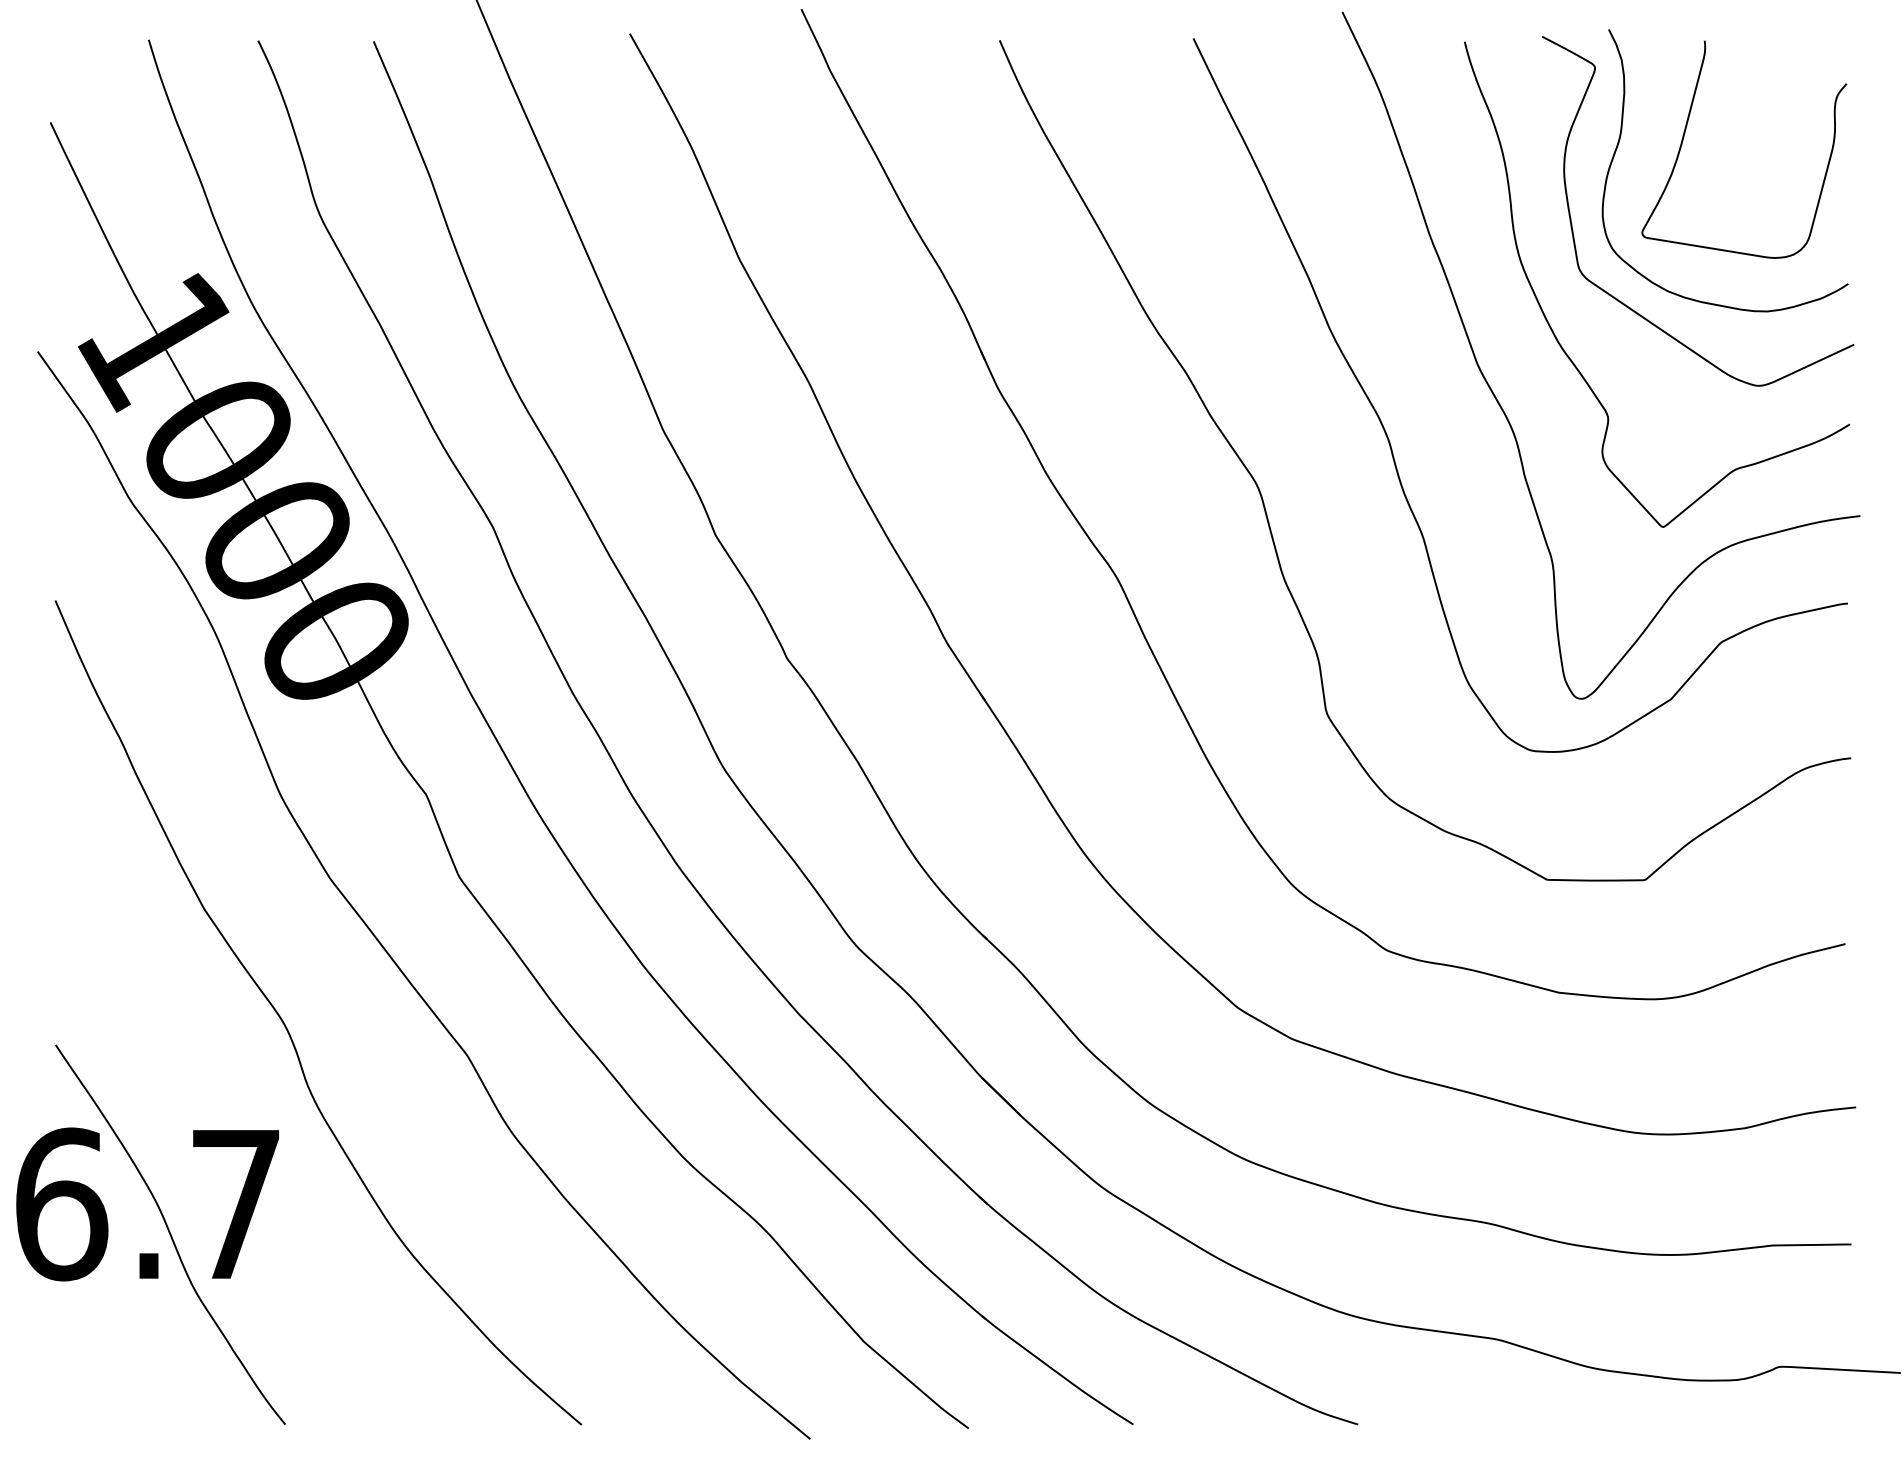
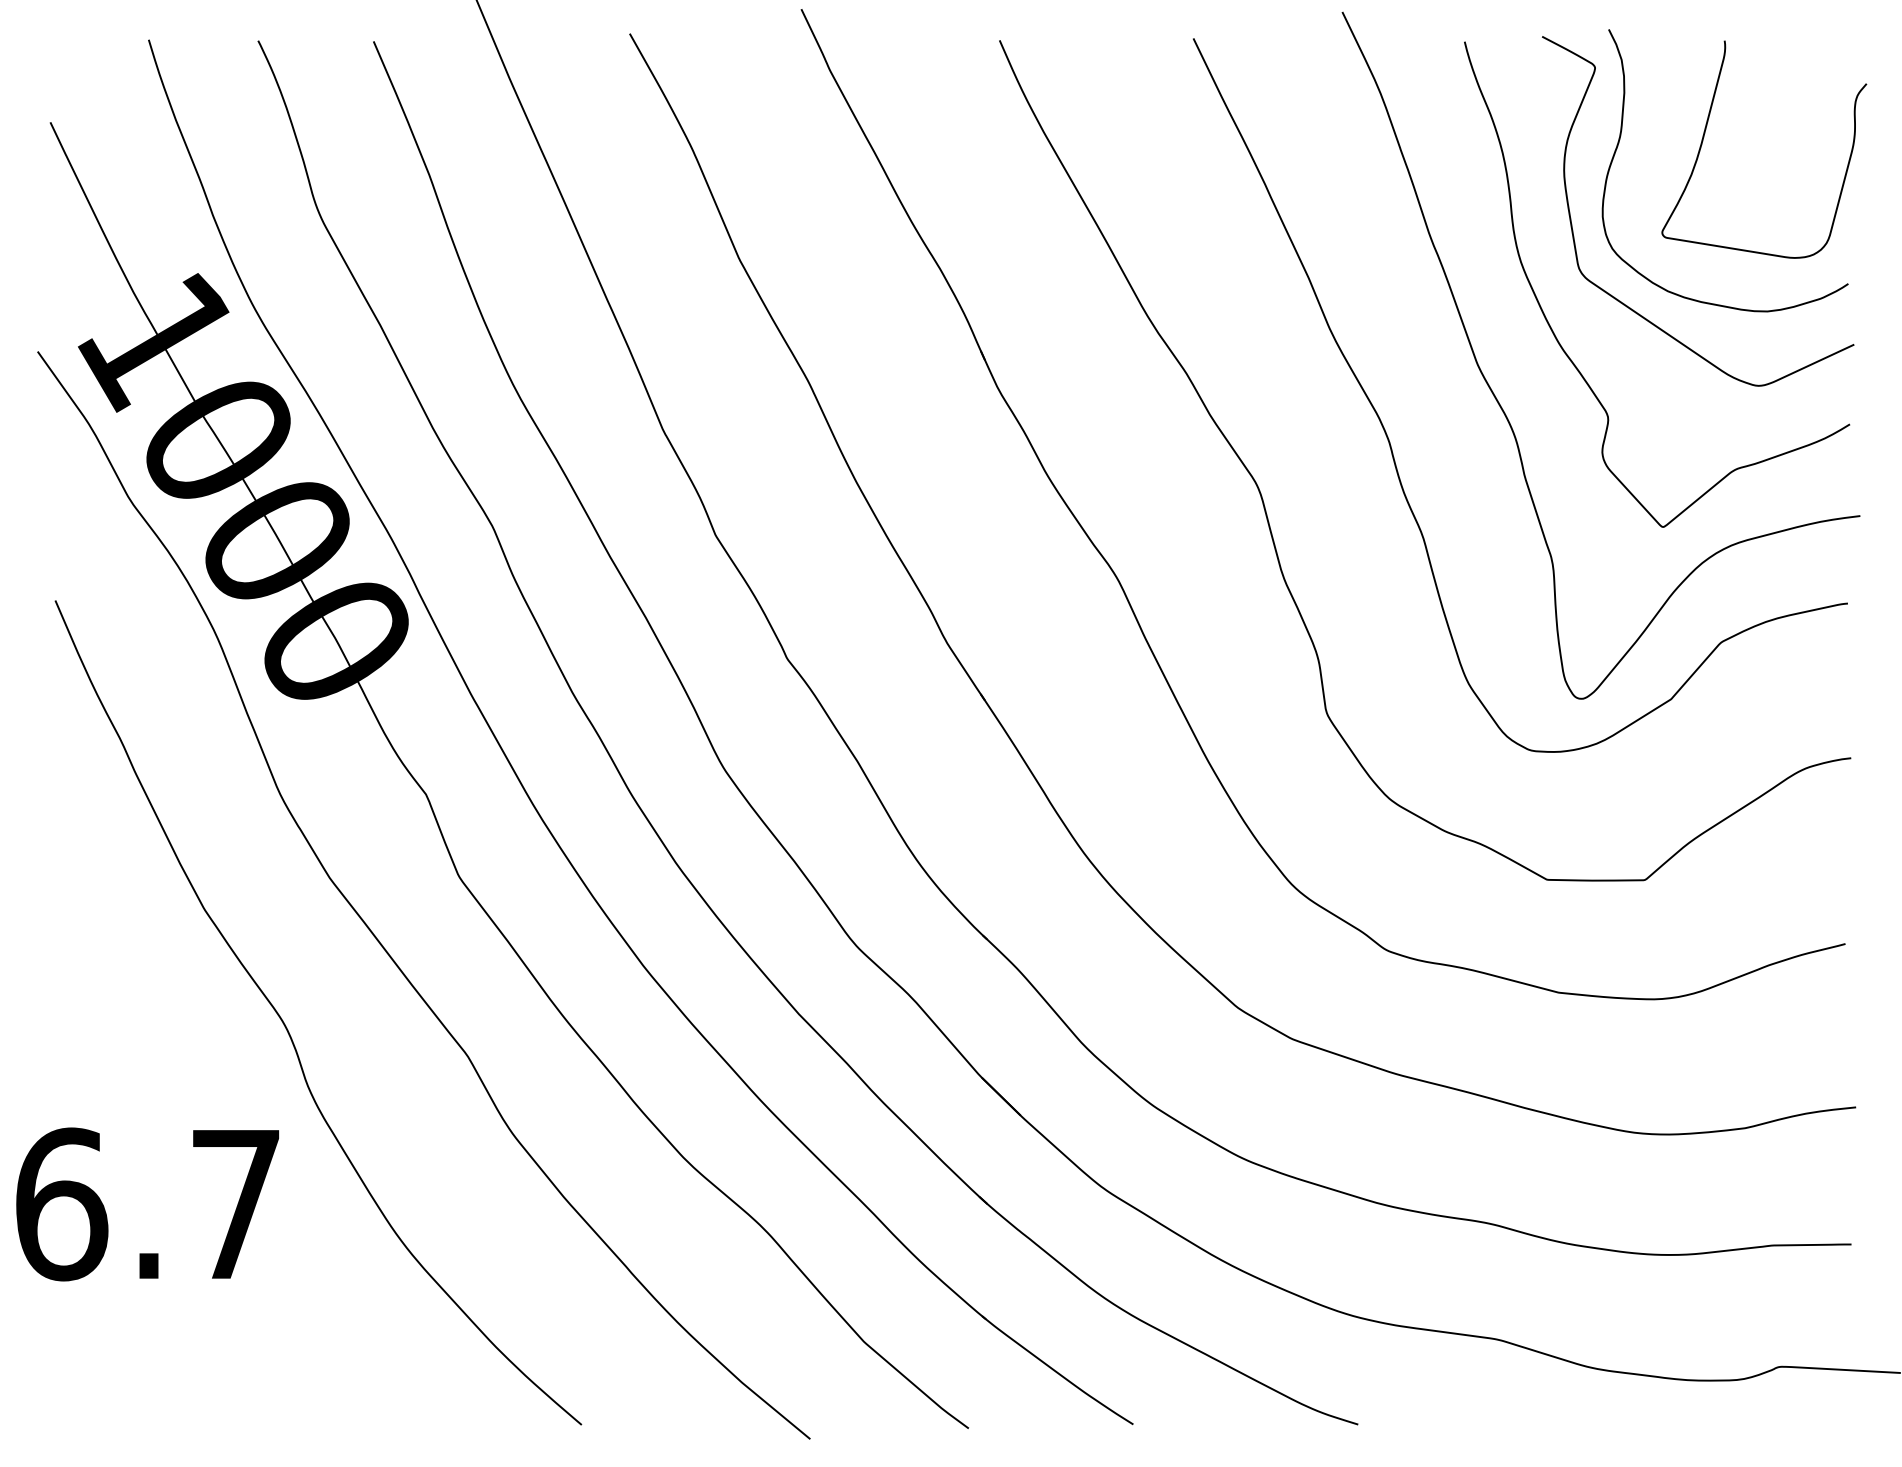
curve at (1685, 133) position: (1685, 133) -> (1705, 133)
curve at (170, 1234): present -> none
